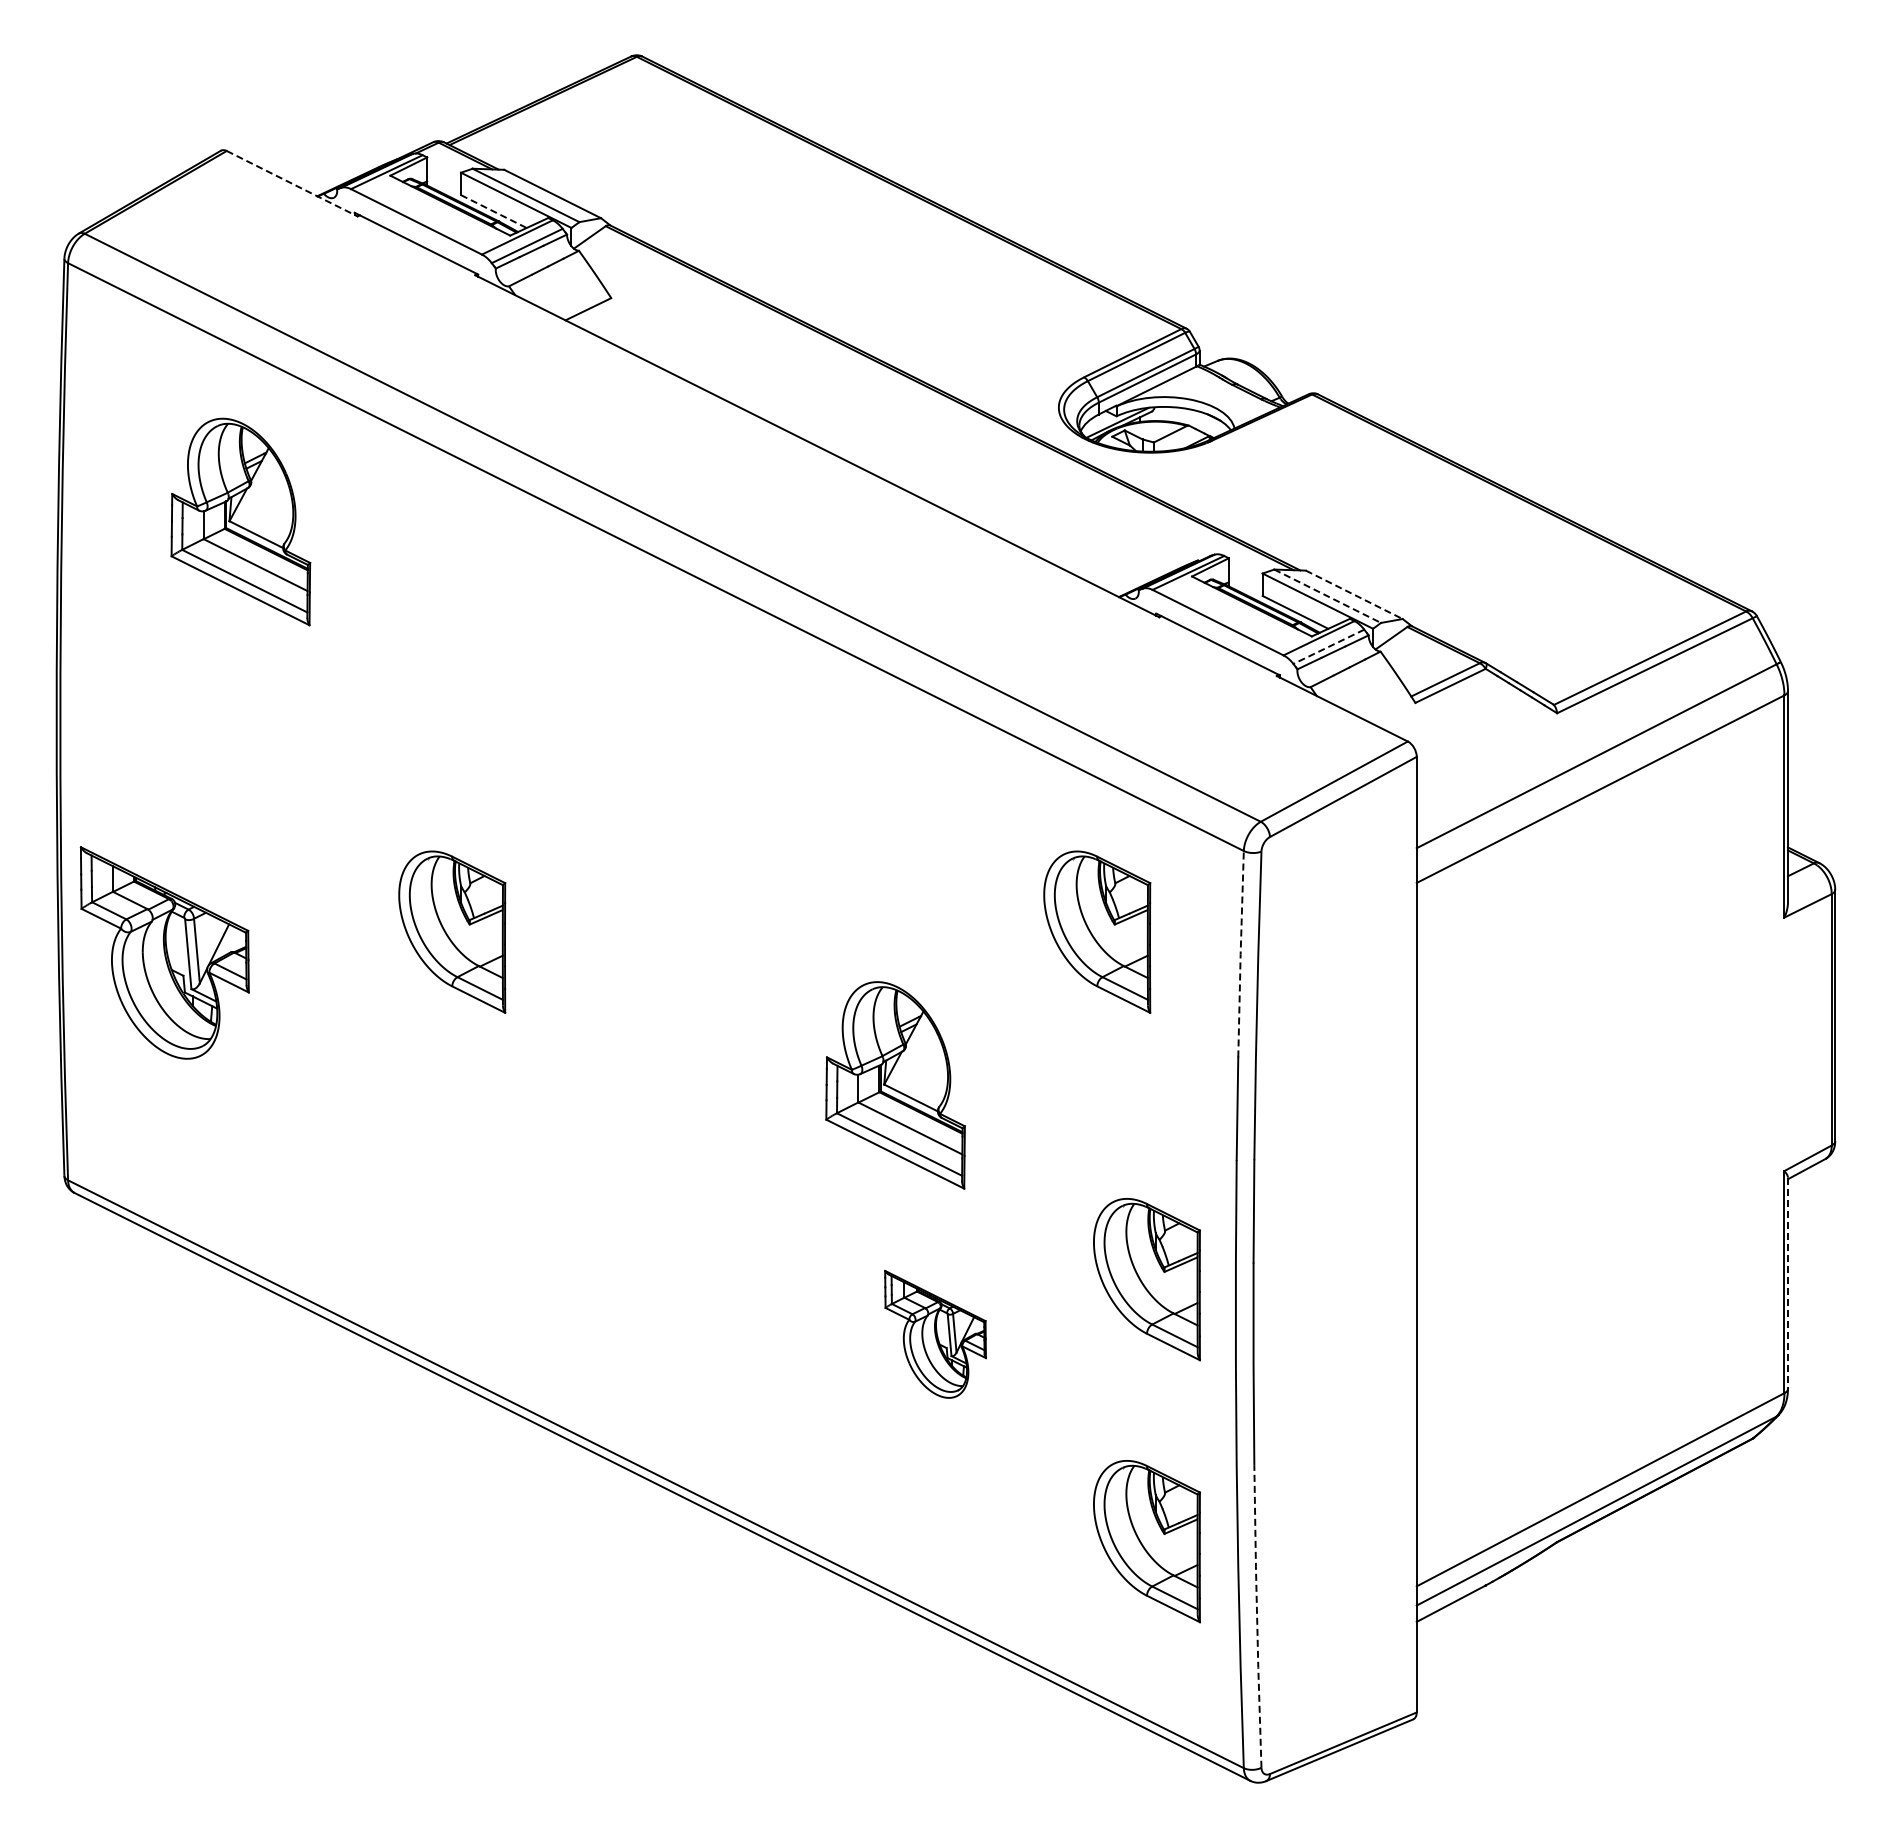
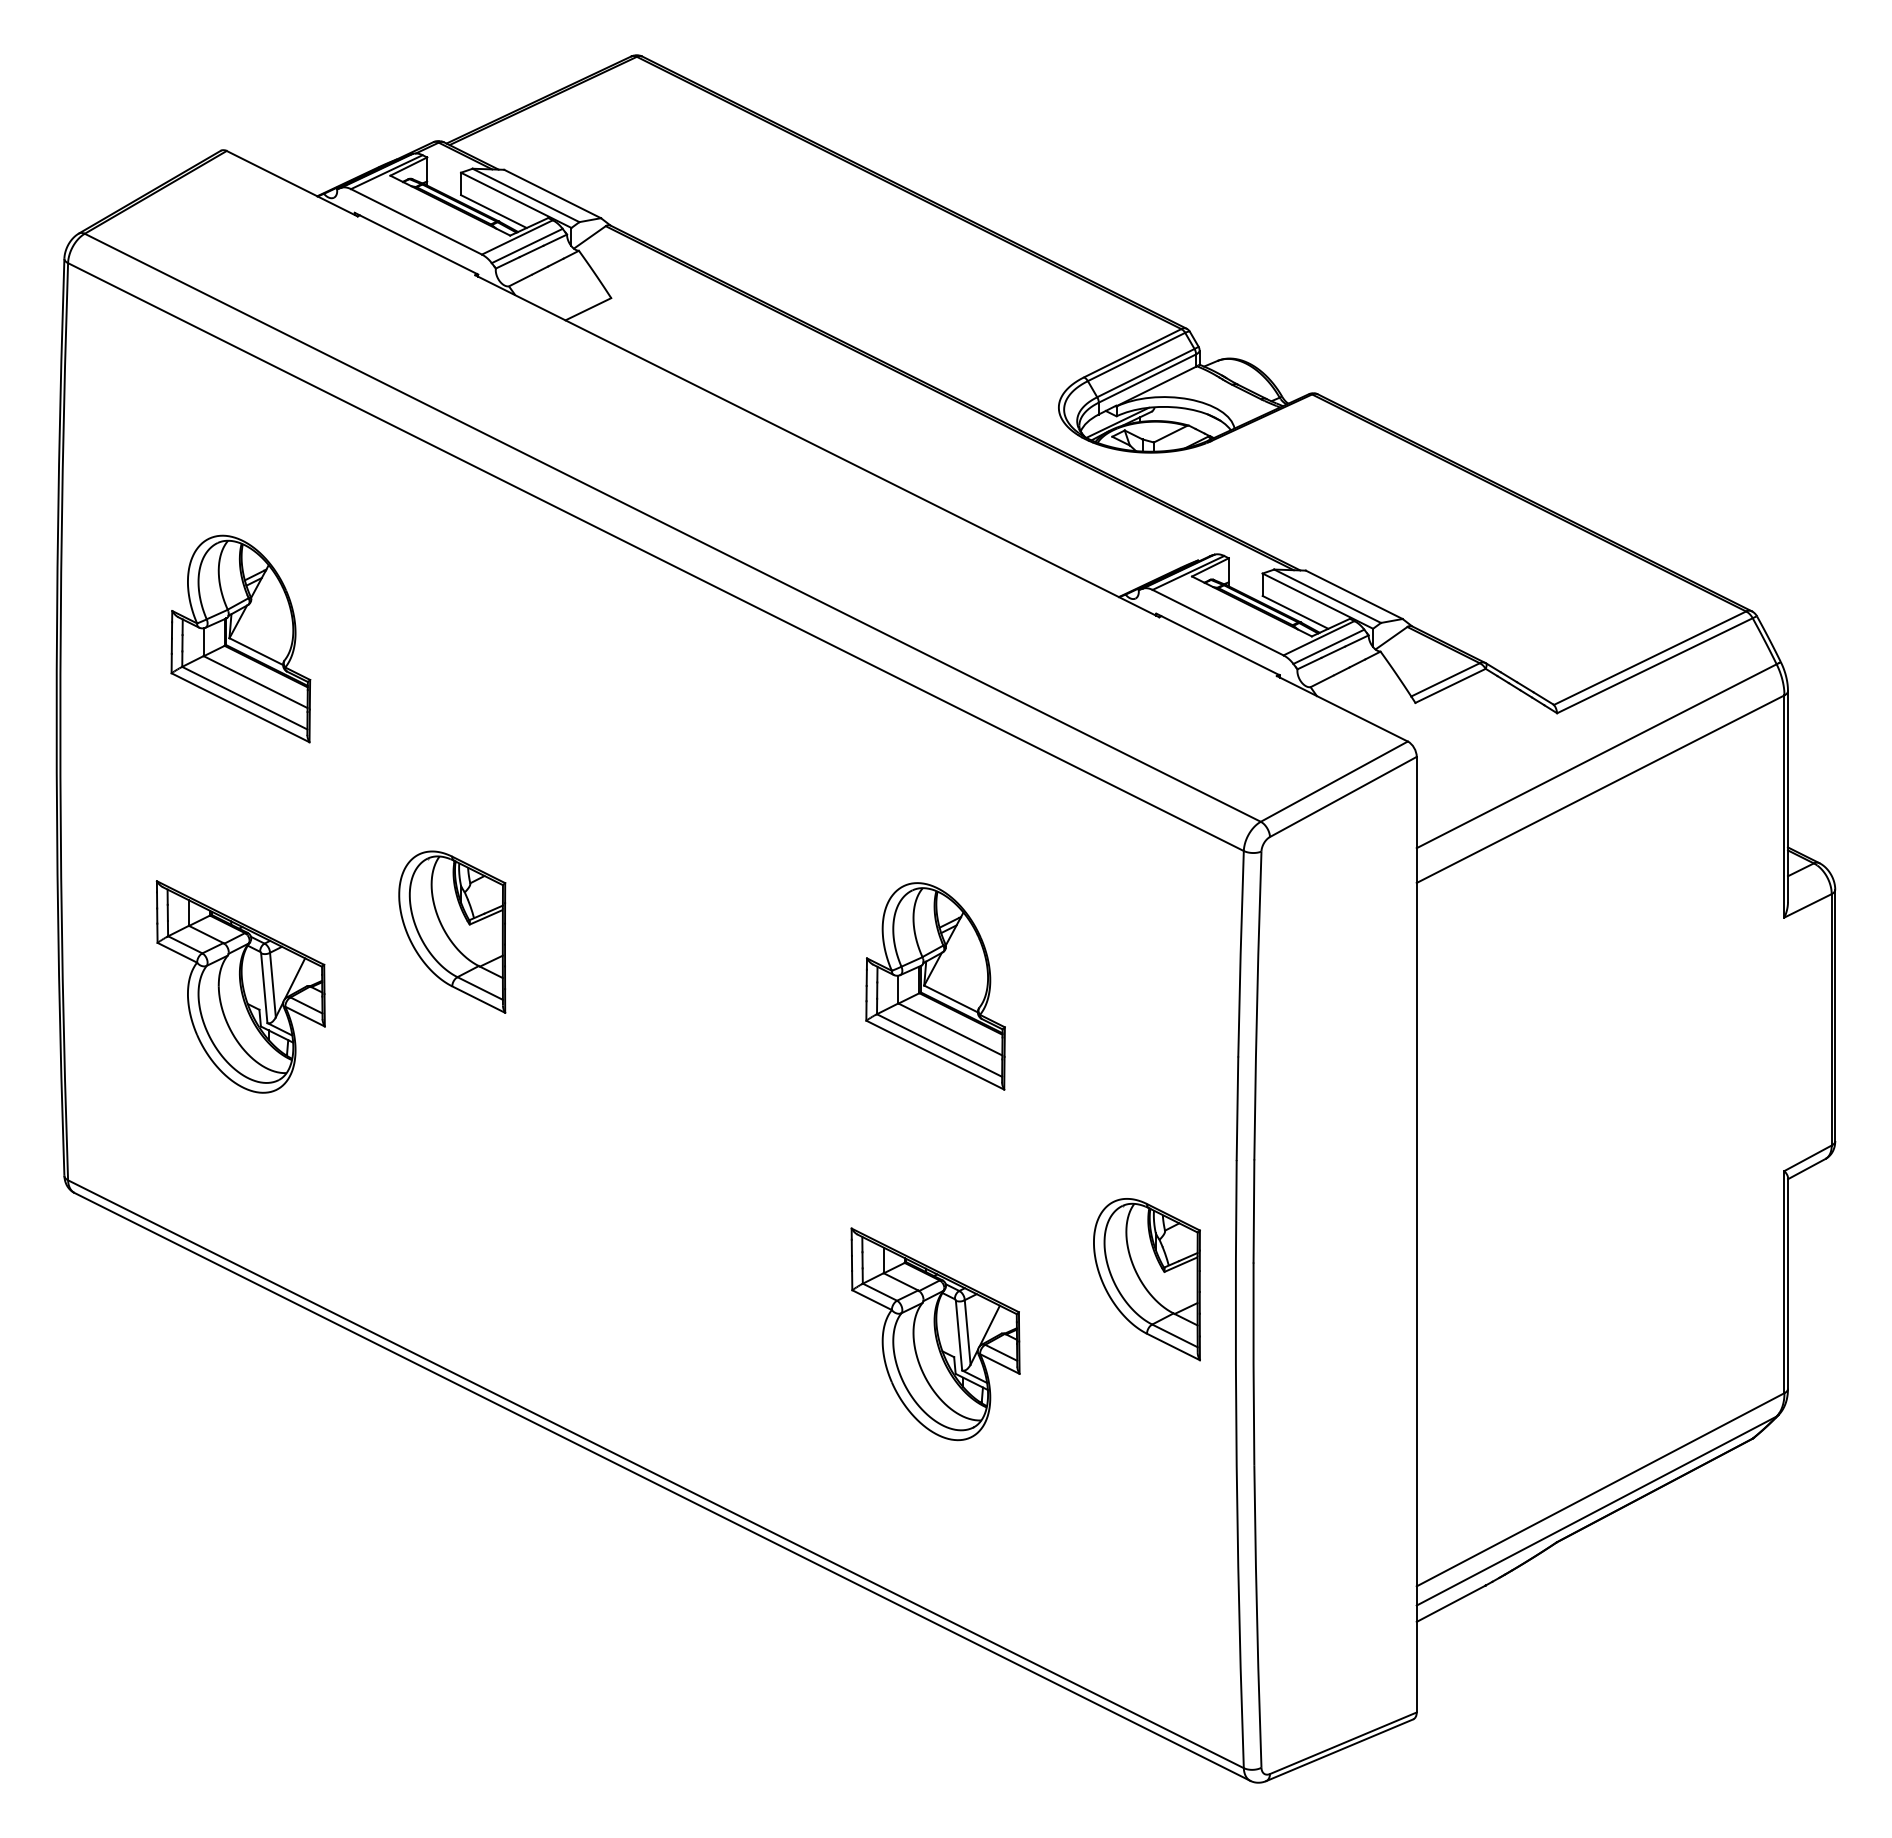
line at (292, 183): dashed -> solid
line at (493, 211): dashed -> solid
part at (240, 521) position: (240, 521) -> (240, 638)
line at (1354, 595): dashed -> solid
line at (1327, 596): dashed -> solid
line at (1328, 647): dashed -> solid
part at (1097, 931): present -> none
part at (164, 952) position: (164, 952) -> (240, 986)
line at (1240, 954): dashed -> solid
part at (895, 1085) position: (895, 1085) -> (935, 986)
line at (1788, 1283): dashed -> solid
part at (935, 1334) size: 103x129 px -> 171x215 px
part at (1146, 1541): present -> none
line at (1257, 1616): dashed -> solid
